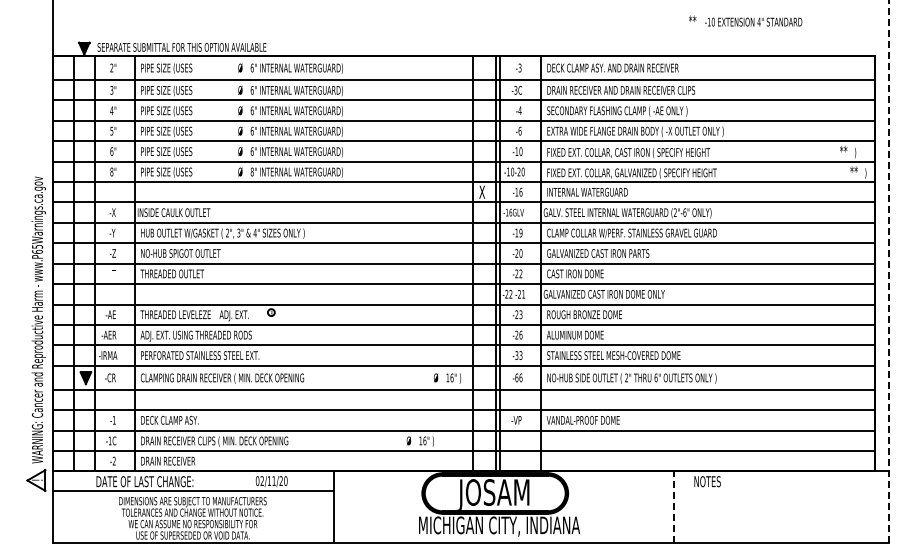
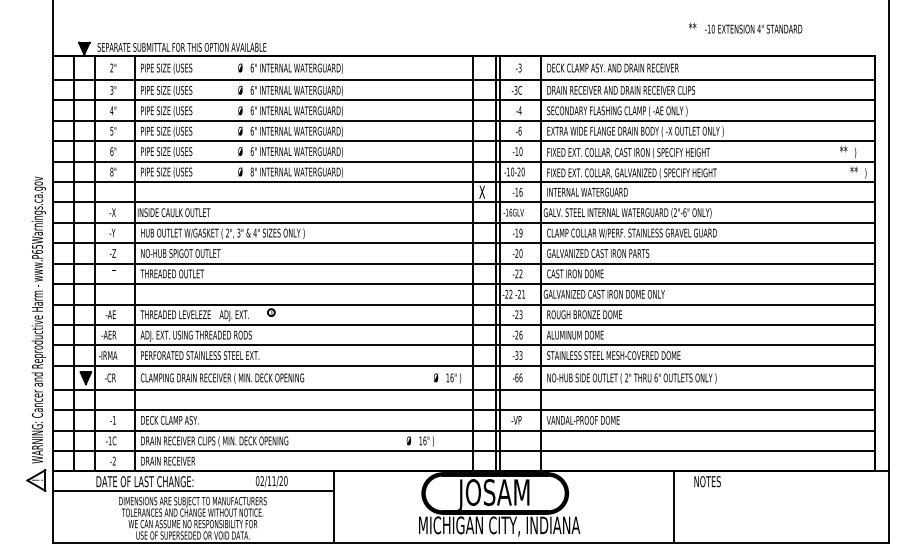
text at (745, 20) position: (745, 20) -> (745, 27)
line at (889, 271): dashed -> solid
line at (673, 507): dashed -> solid
